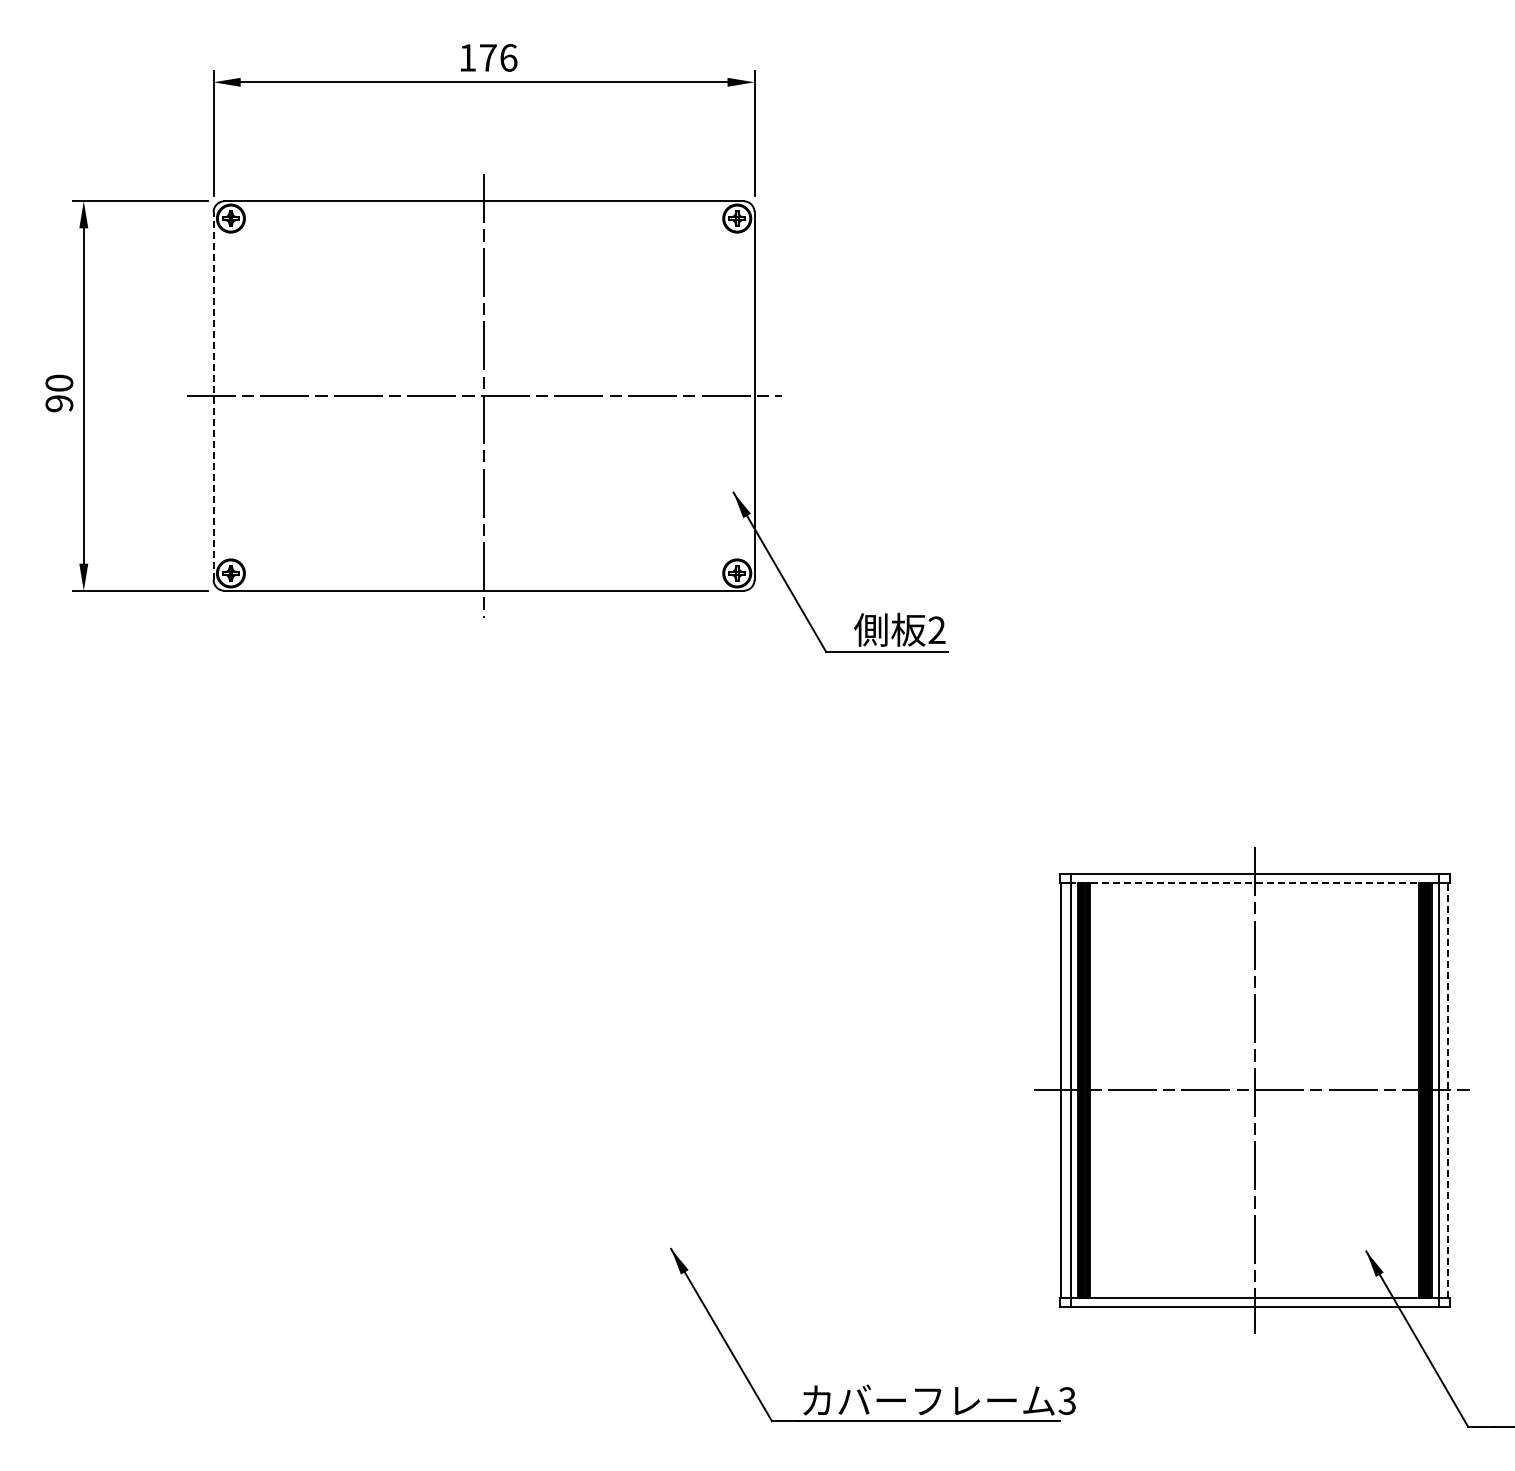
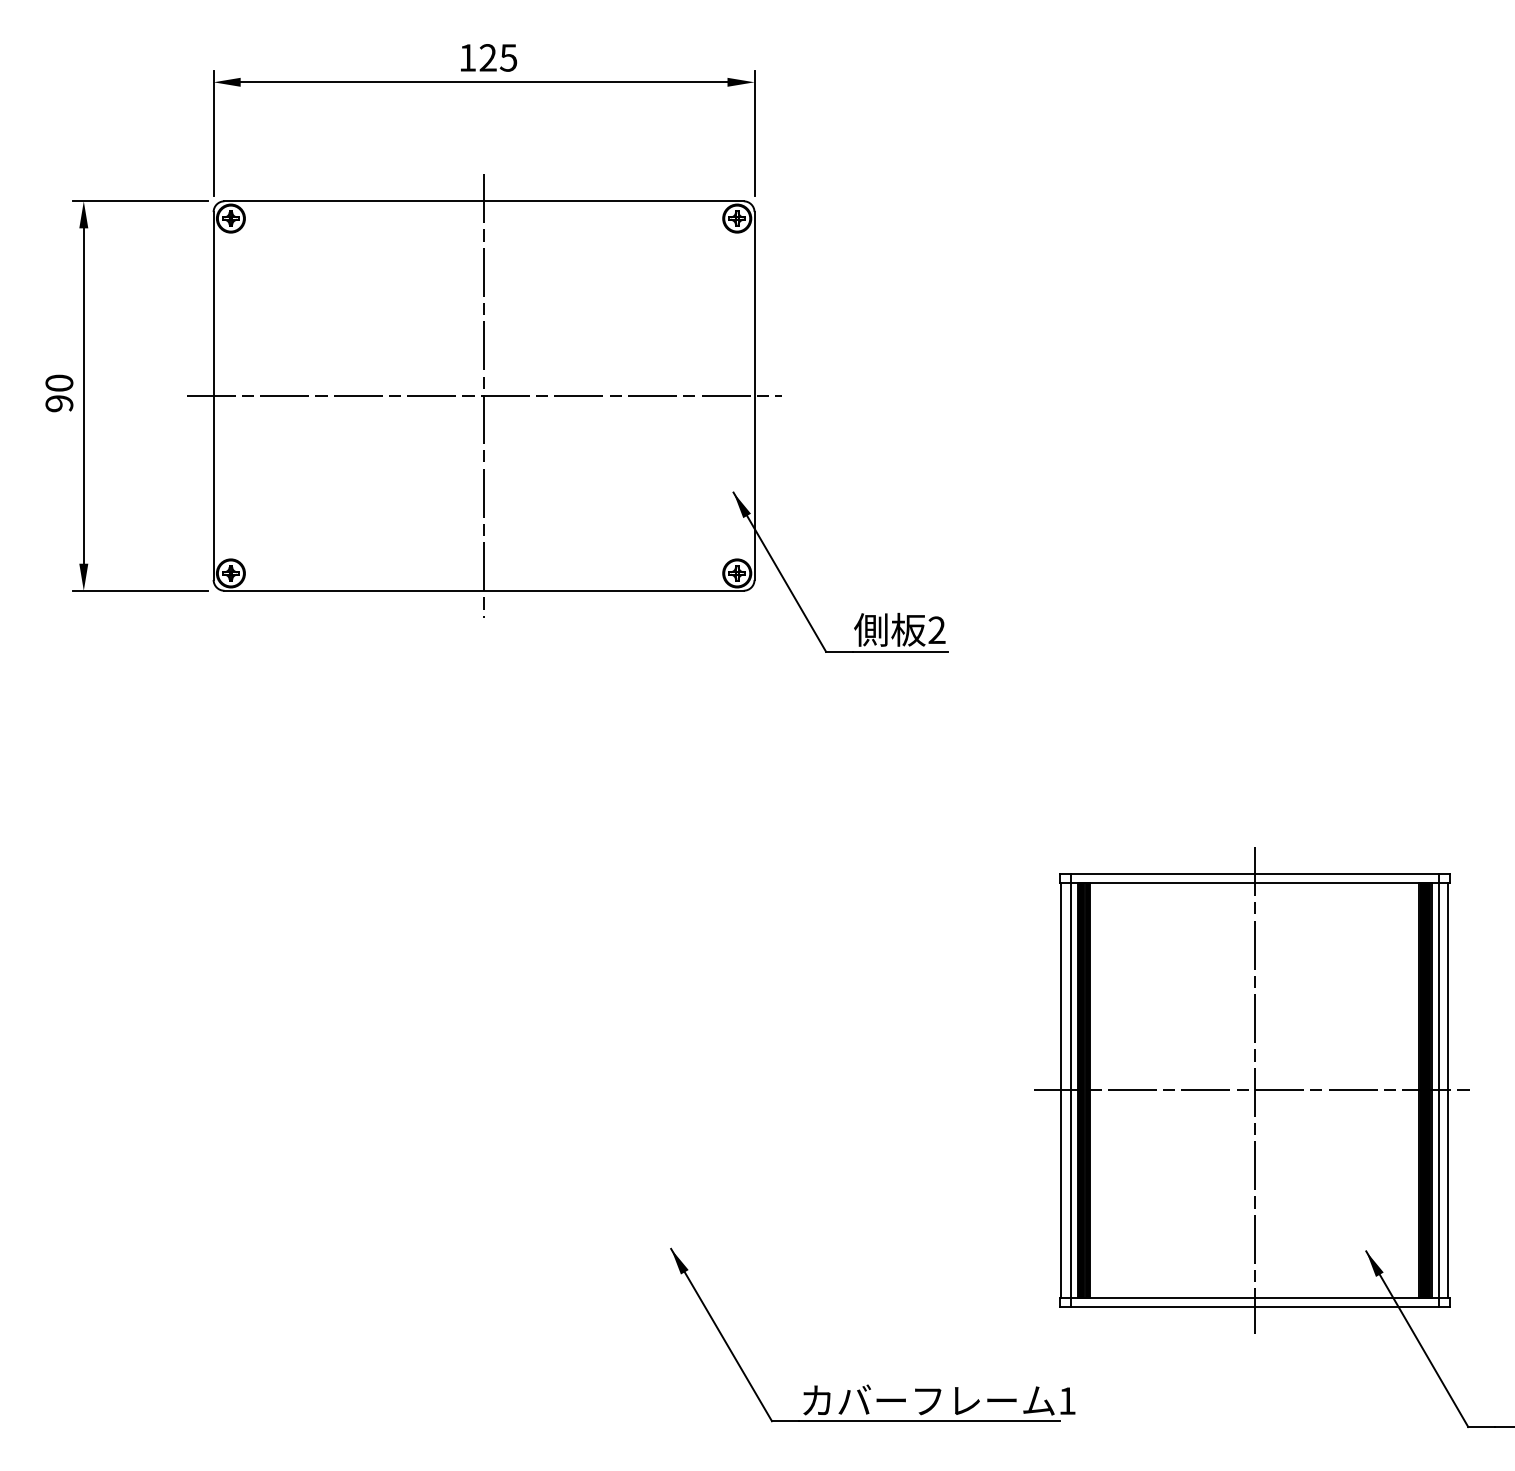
text at (498, 57): 176 -> 125
line at (213, 396): dashed -> solid
line at (1254, 882): dashed -> solid
line at (1448, 1090): dashed -> solid
text at (1066, 1400): 3 -> 1
